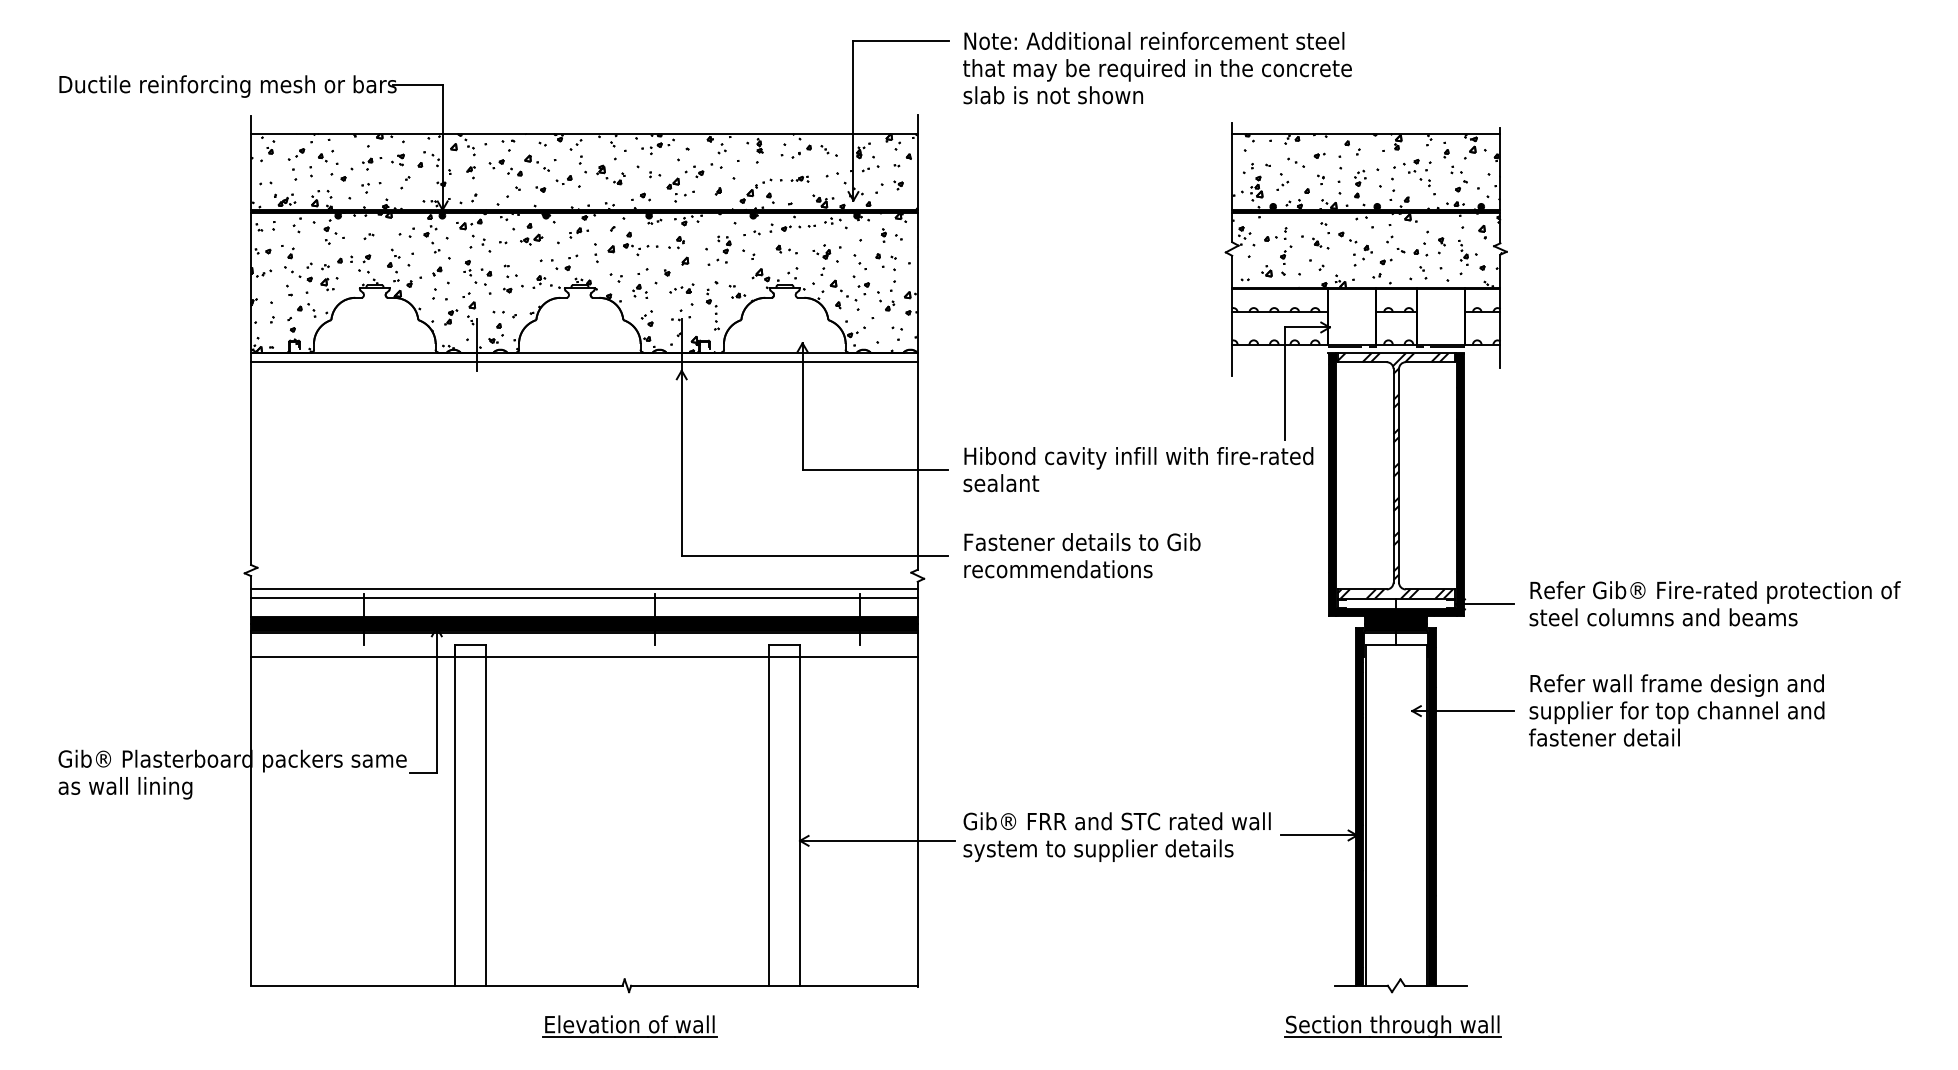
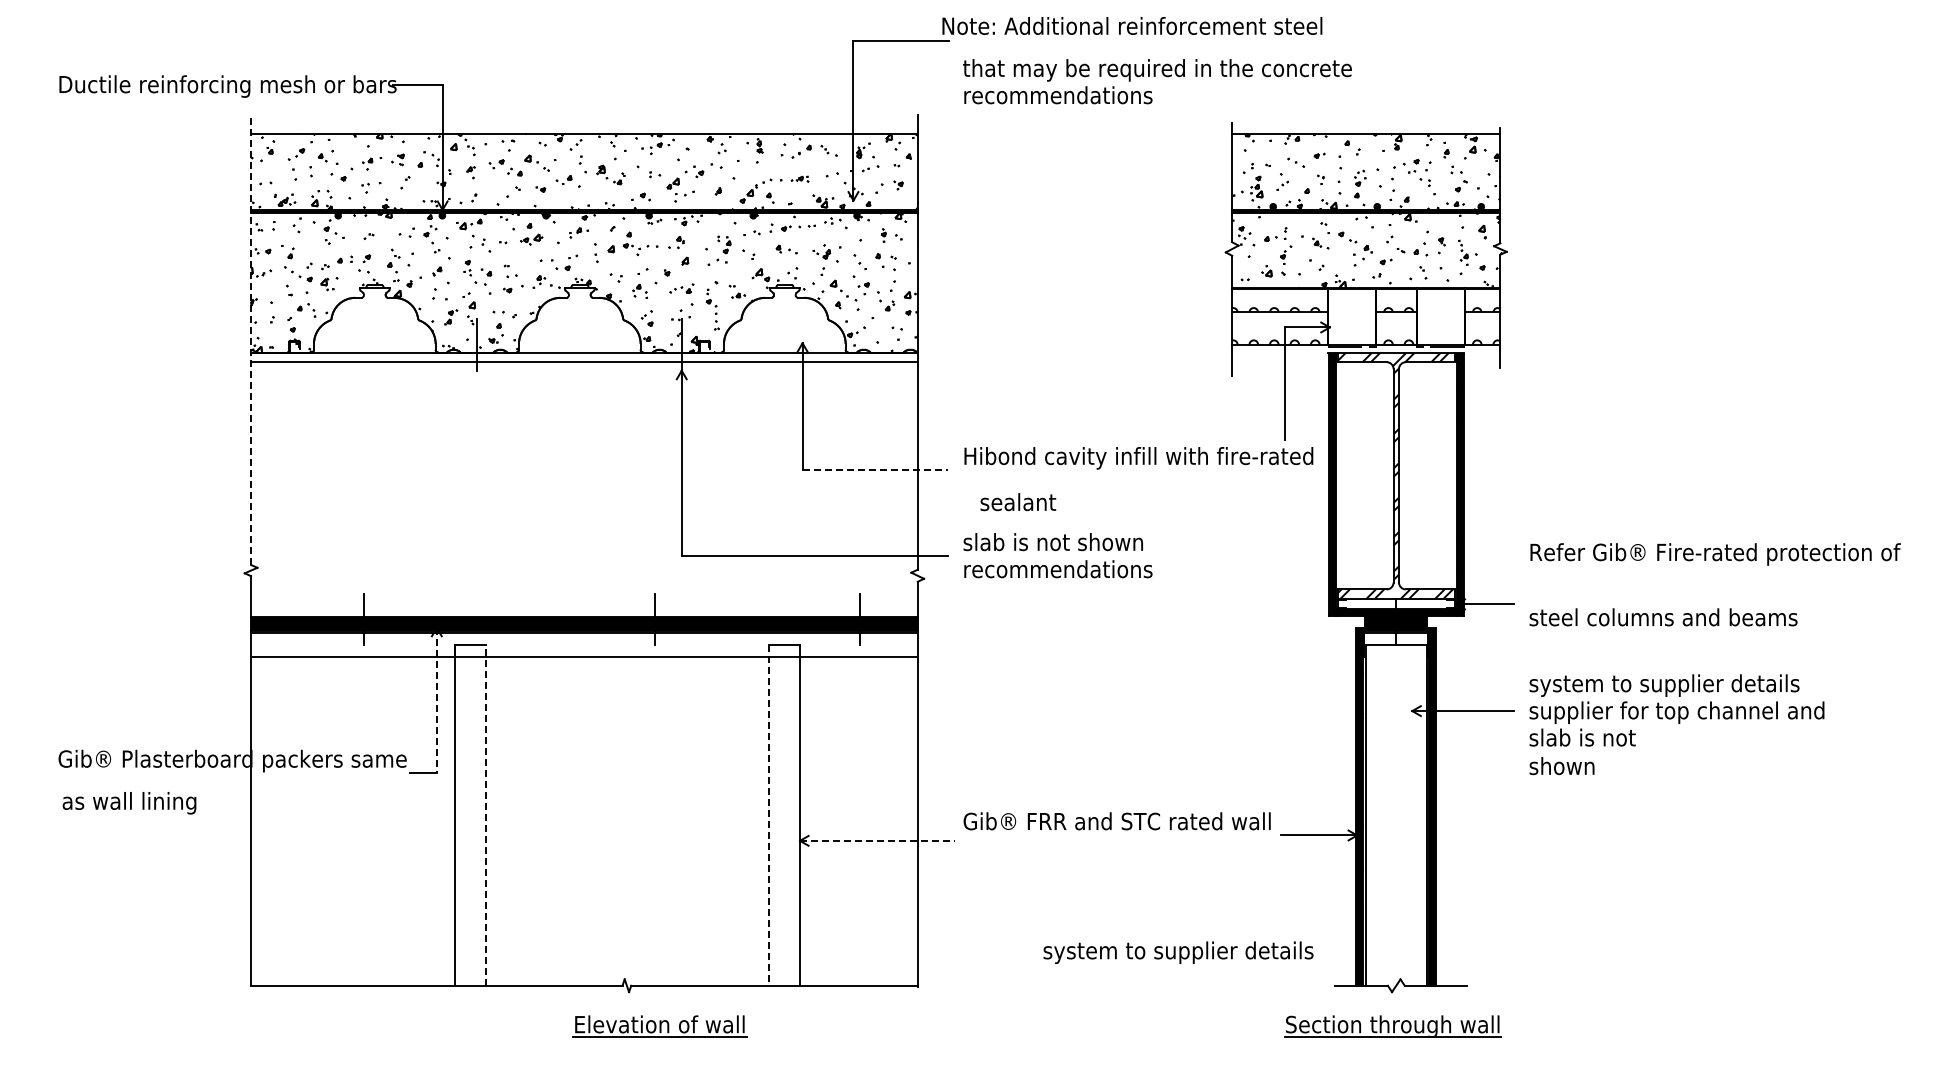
text at (1154, 40) position: (1154, 40) -> (1132, 25)
text at (1057, 95): slab is not shown -> recommendations
line at (251, 340): solid -> dashed
line at (875, 470): solid -> dashed
text at (1001, 483) position: (1001, 483) -> (1018, 502)
text at (1081, 542): Fastener details to Gib -> slab is not shown
line at (584, 589): present -> none
text at (1715, 592) position: (1715, 592) -> (1715, 554)
line at (584, 598): present -> none
text at (1676, 685): Refer wall frame design and -> system to supplier details
line at (436, 700): solid -> dashed
text at (1604, 751): fastener detail -> slab is not shown
text at (125, 788) position: (125, 788) -> (129, 803)
line at (485, 815): solid -> dashed
line at (769, 816): solid -> dashed
line at (877, 840): solid -> dashed
text at (1098, 850) position: (1098, 850) -> (1178, 952)
part at (629, 1026) position: (629, 1026) -> (659, 1026)
